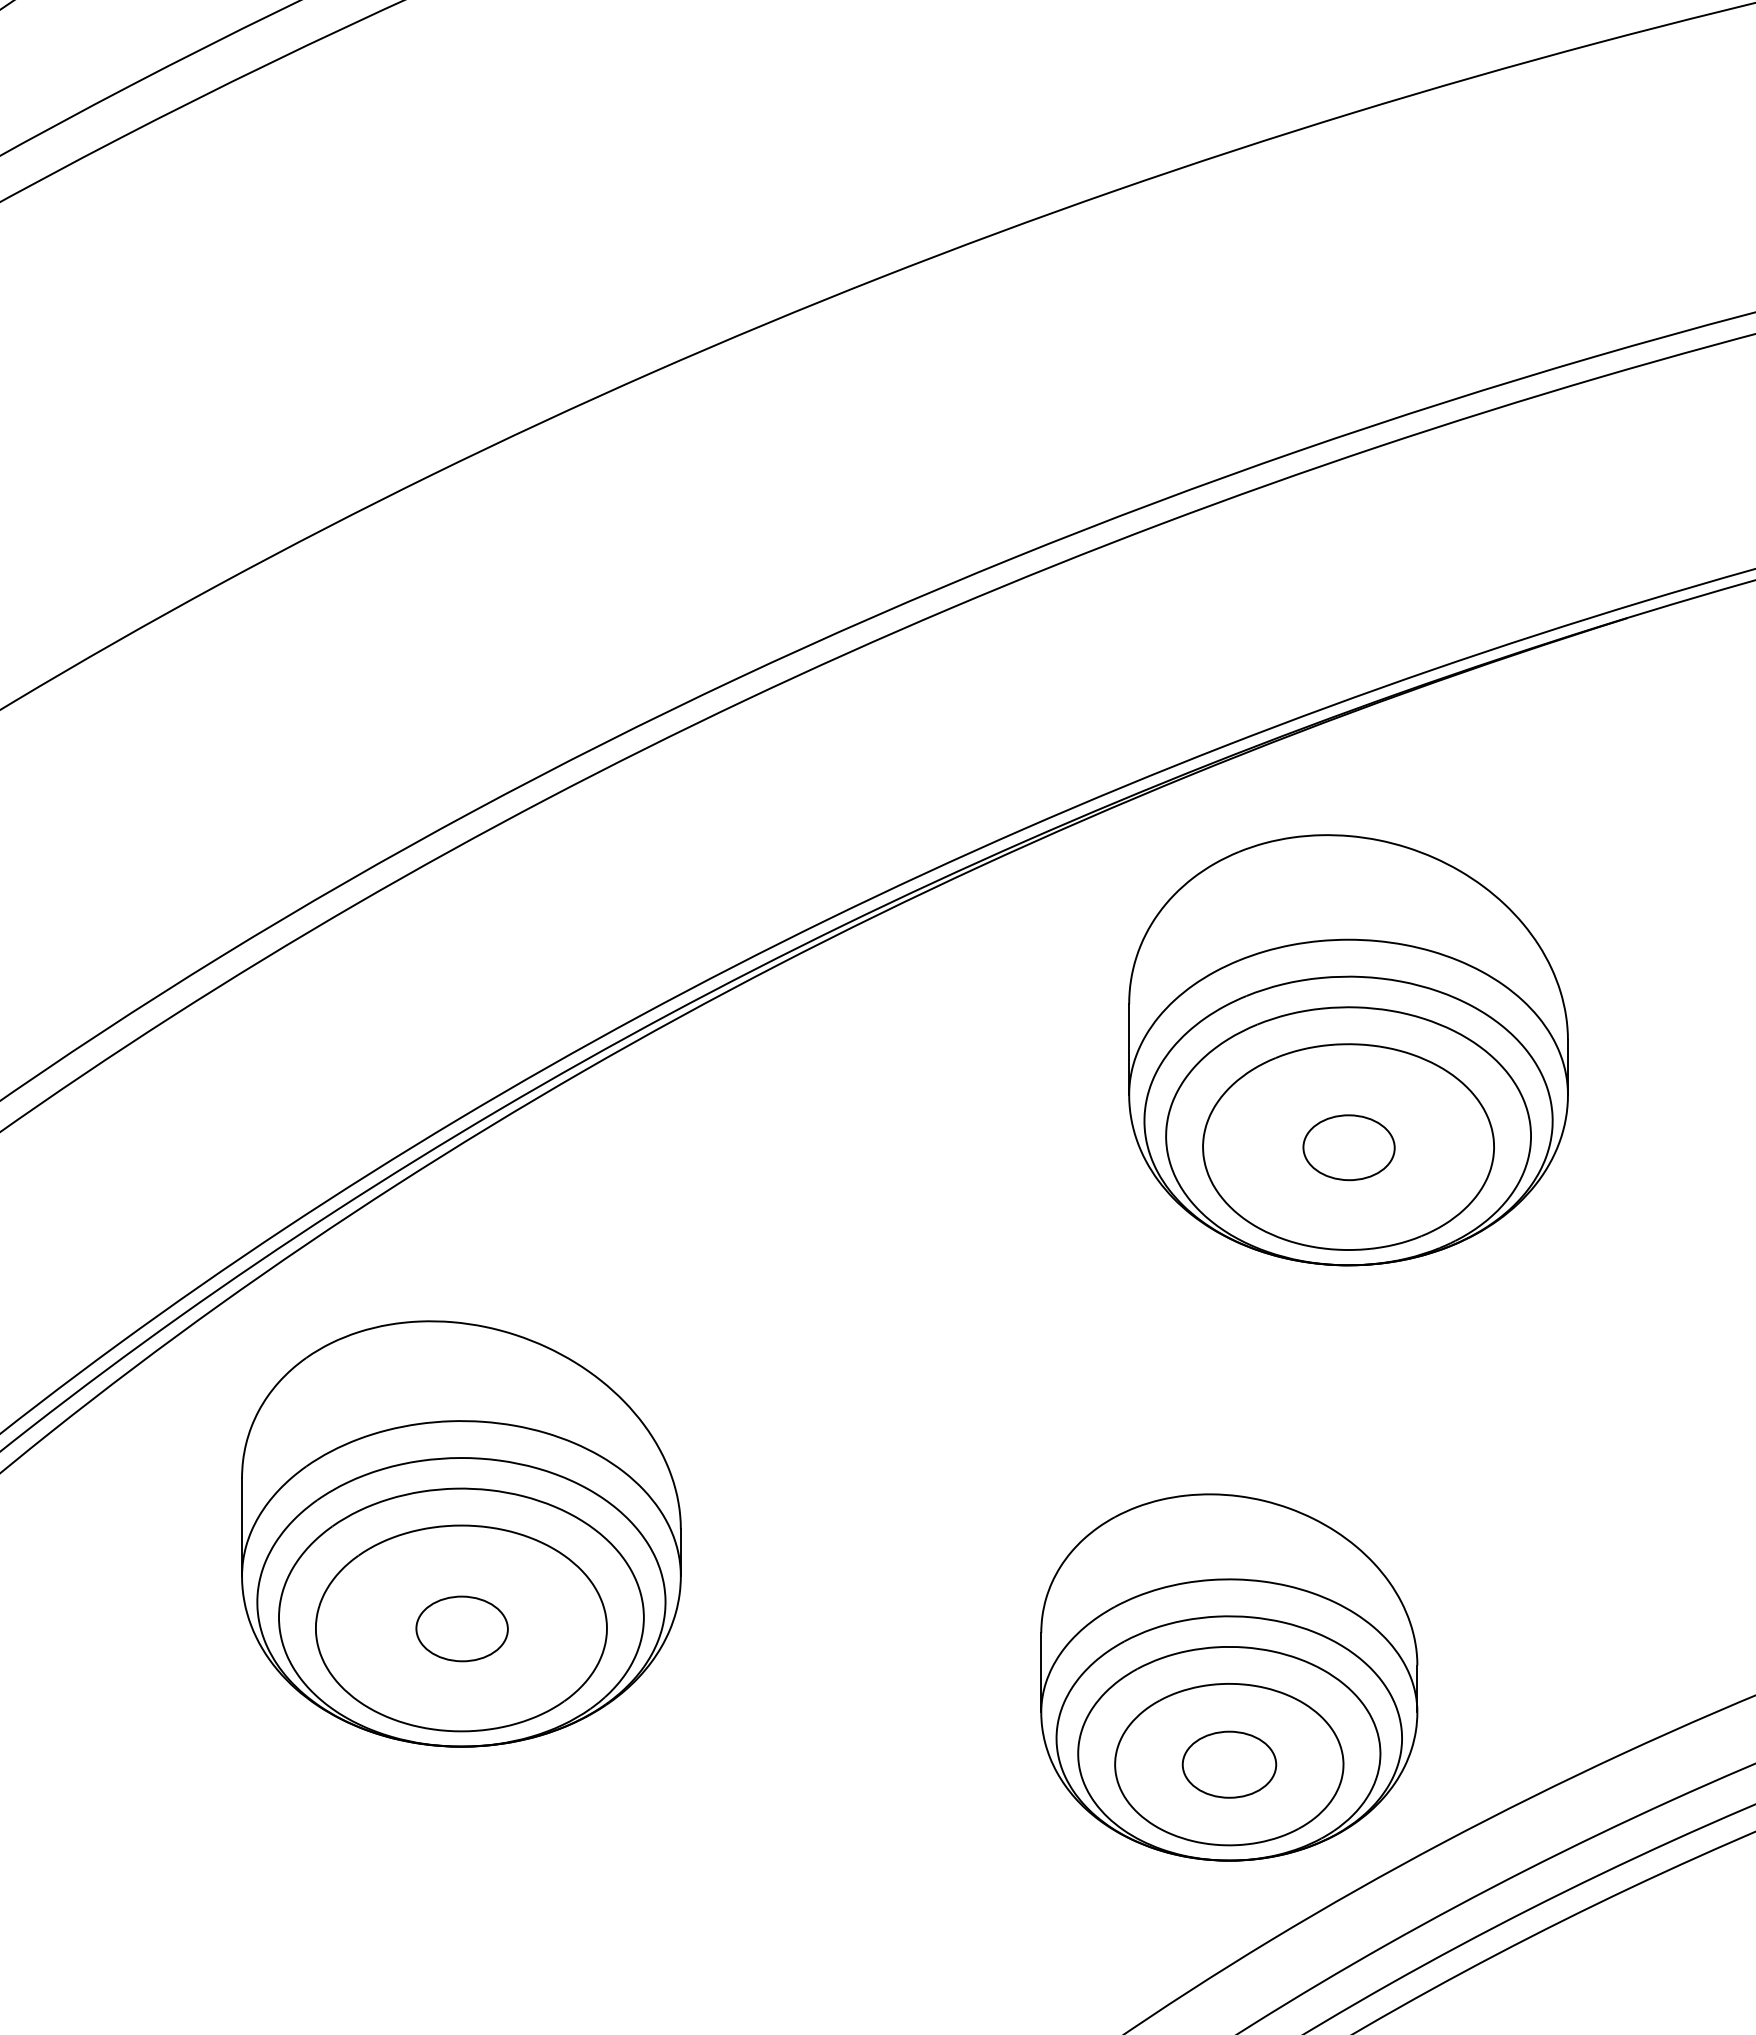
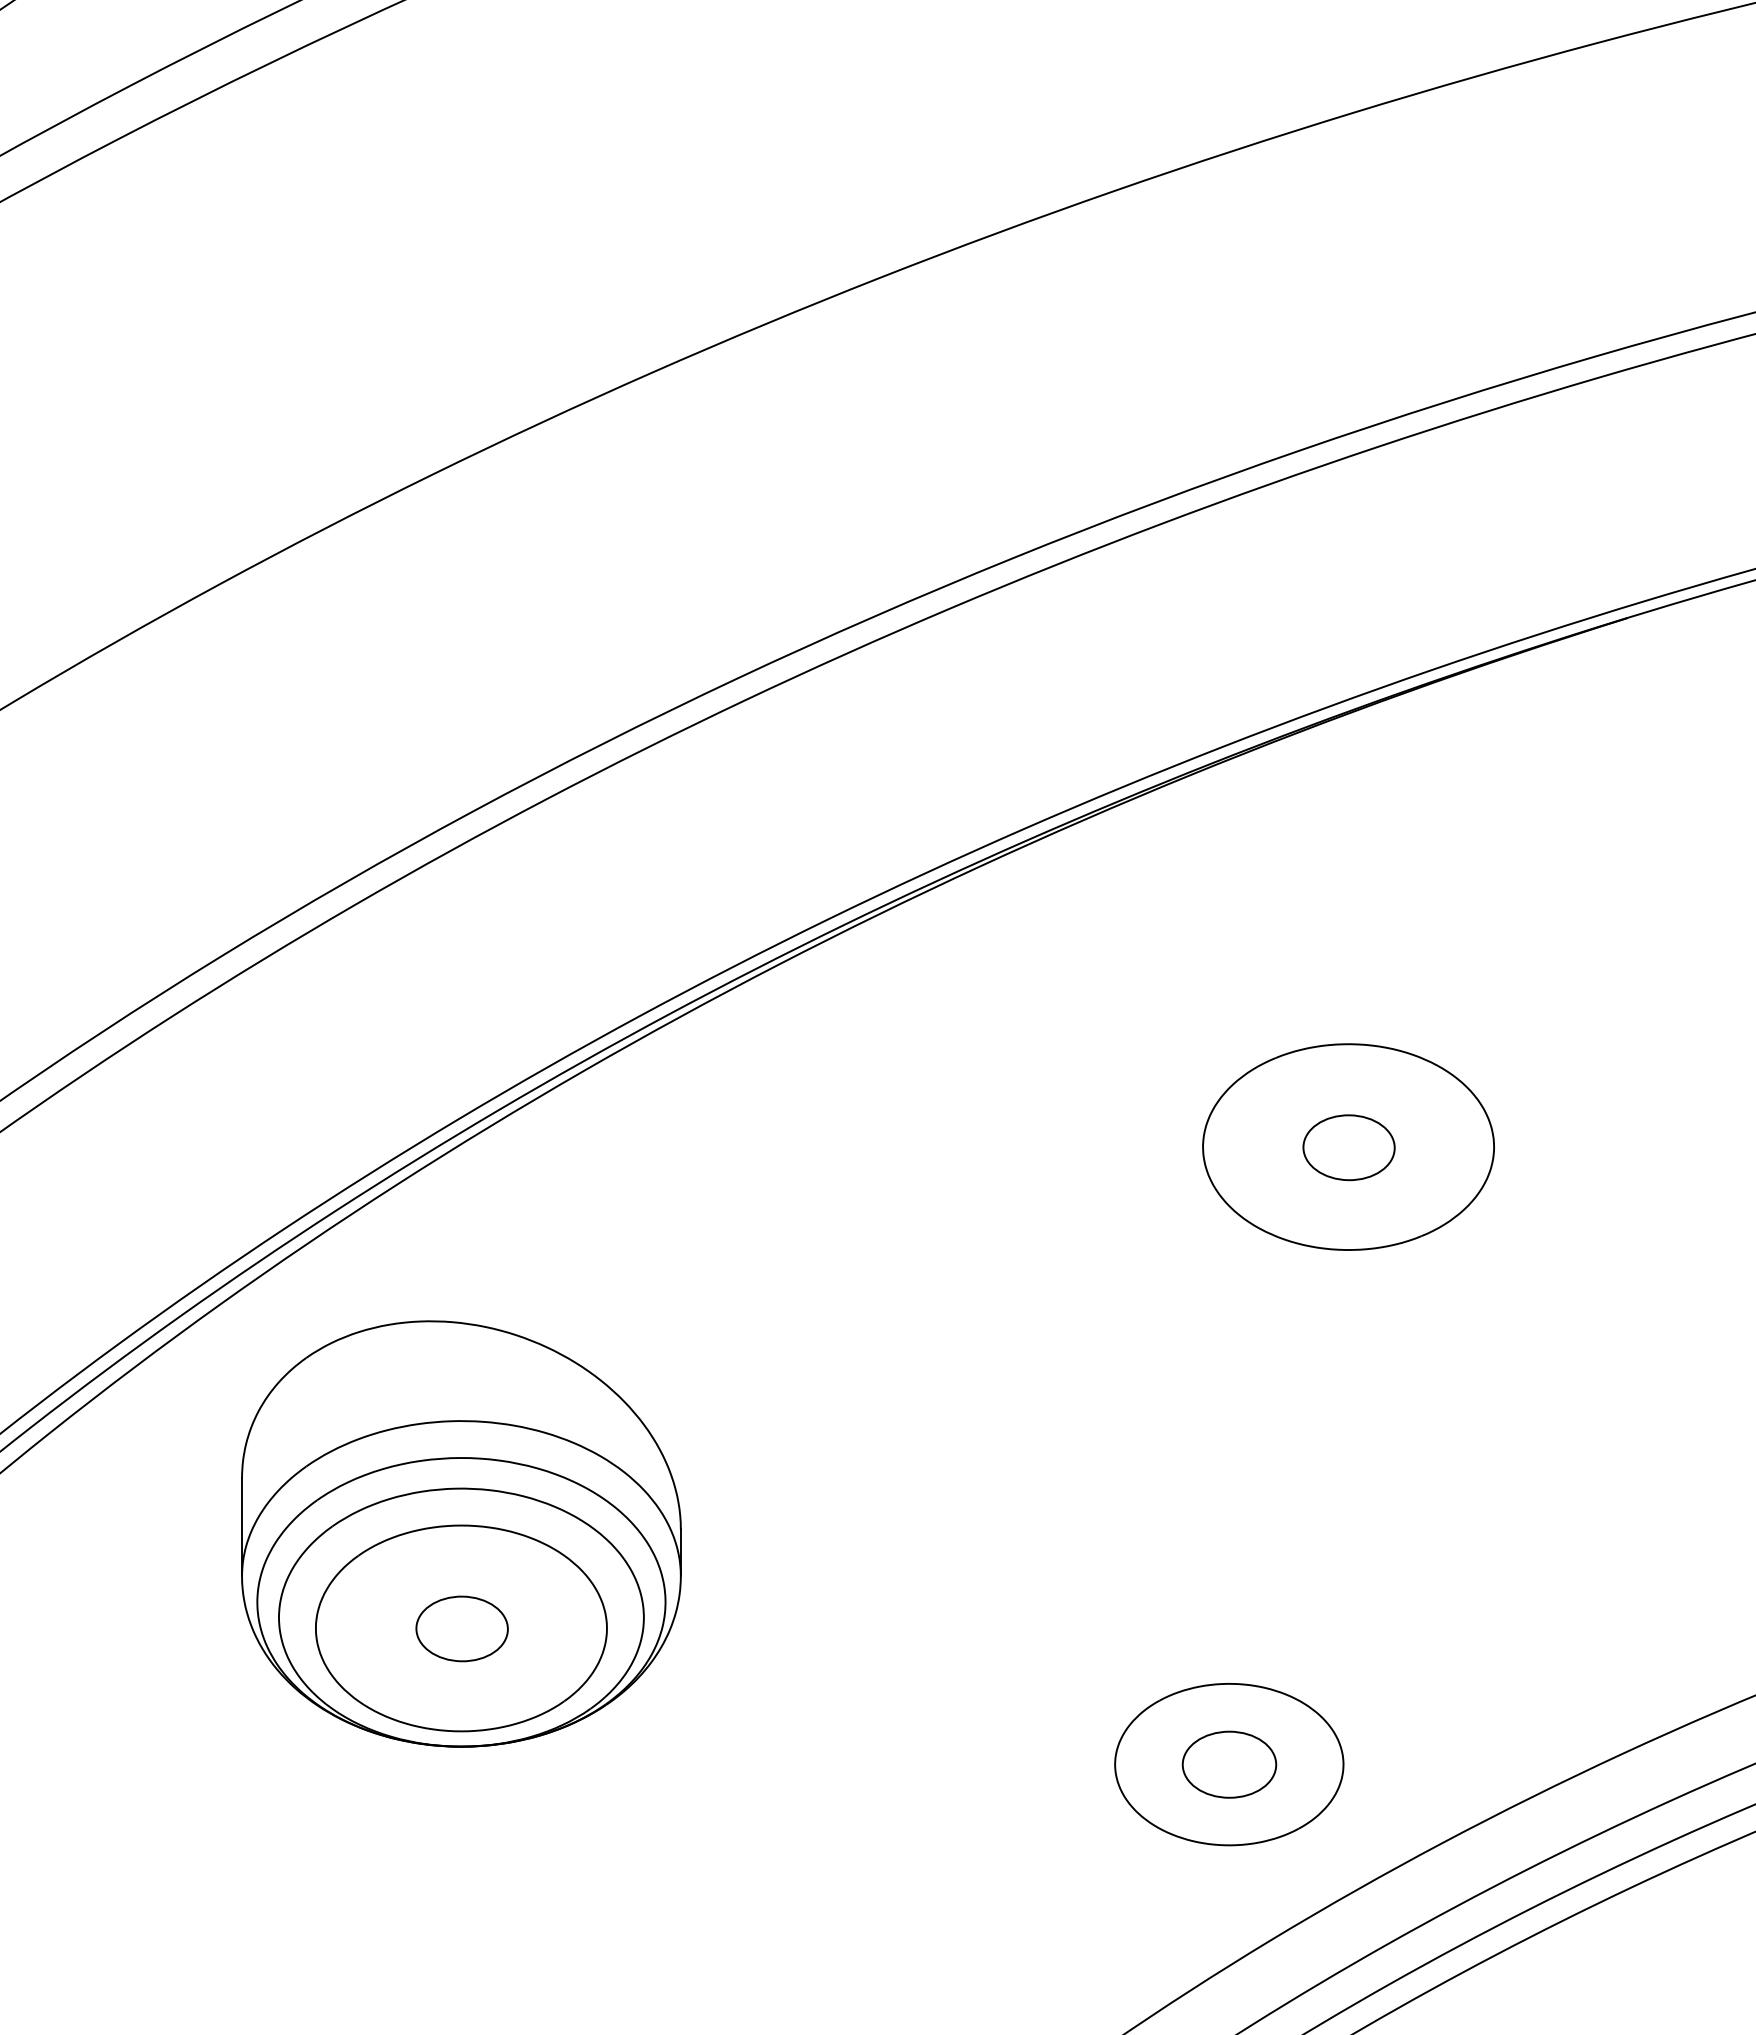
part at (1348, 1050): present -> none
part at (1229, 1677): present -> none
